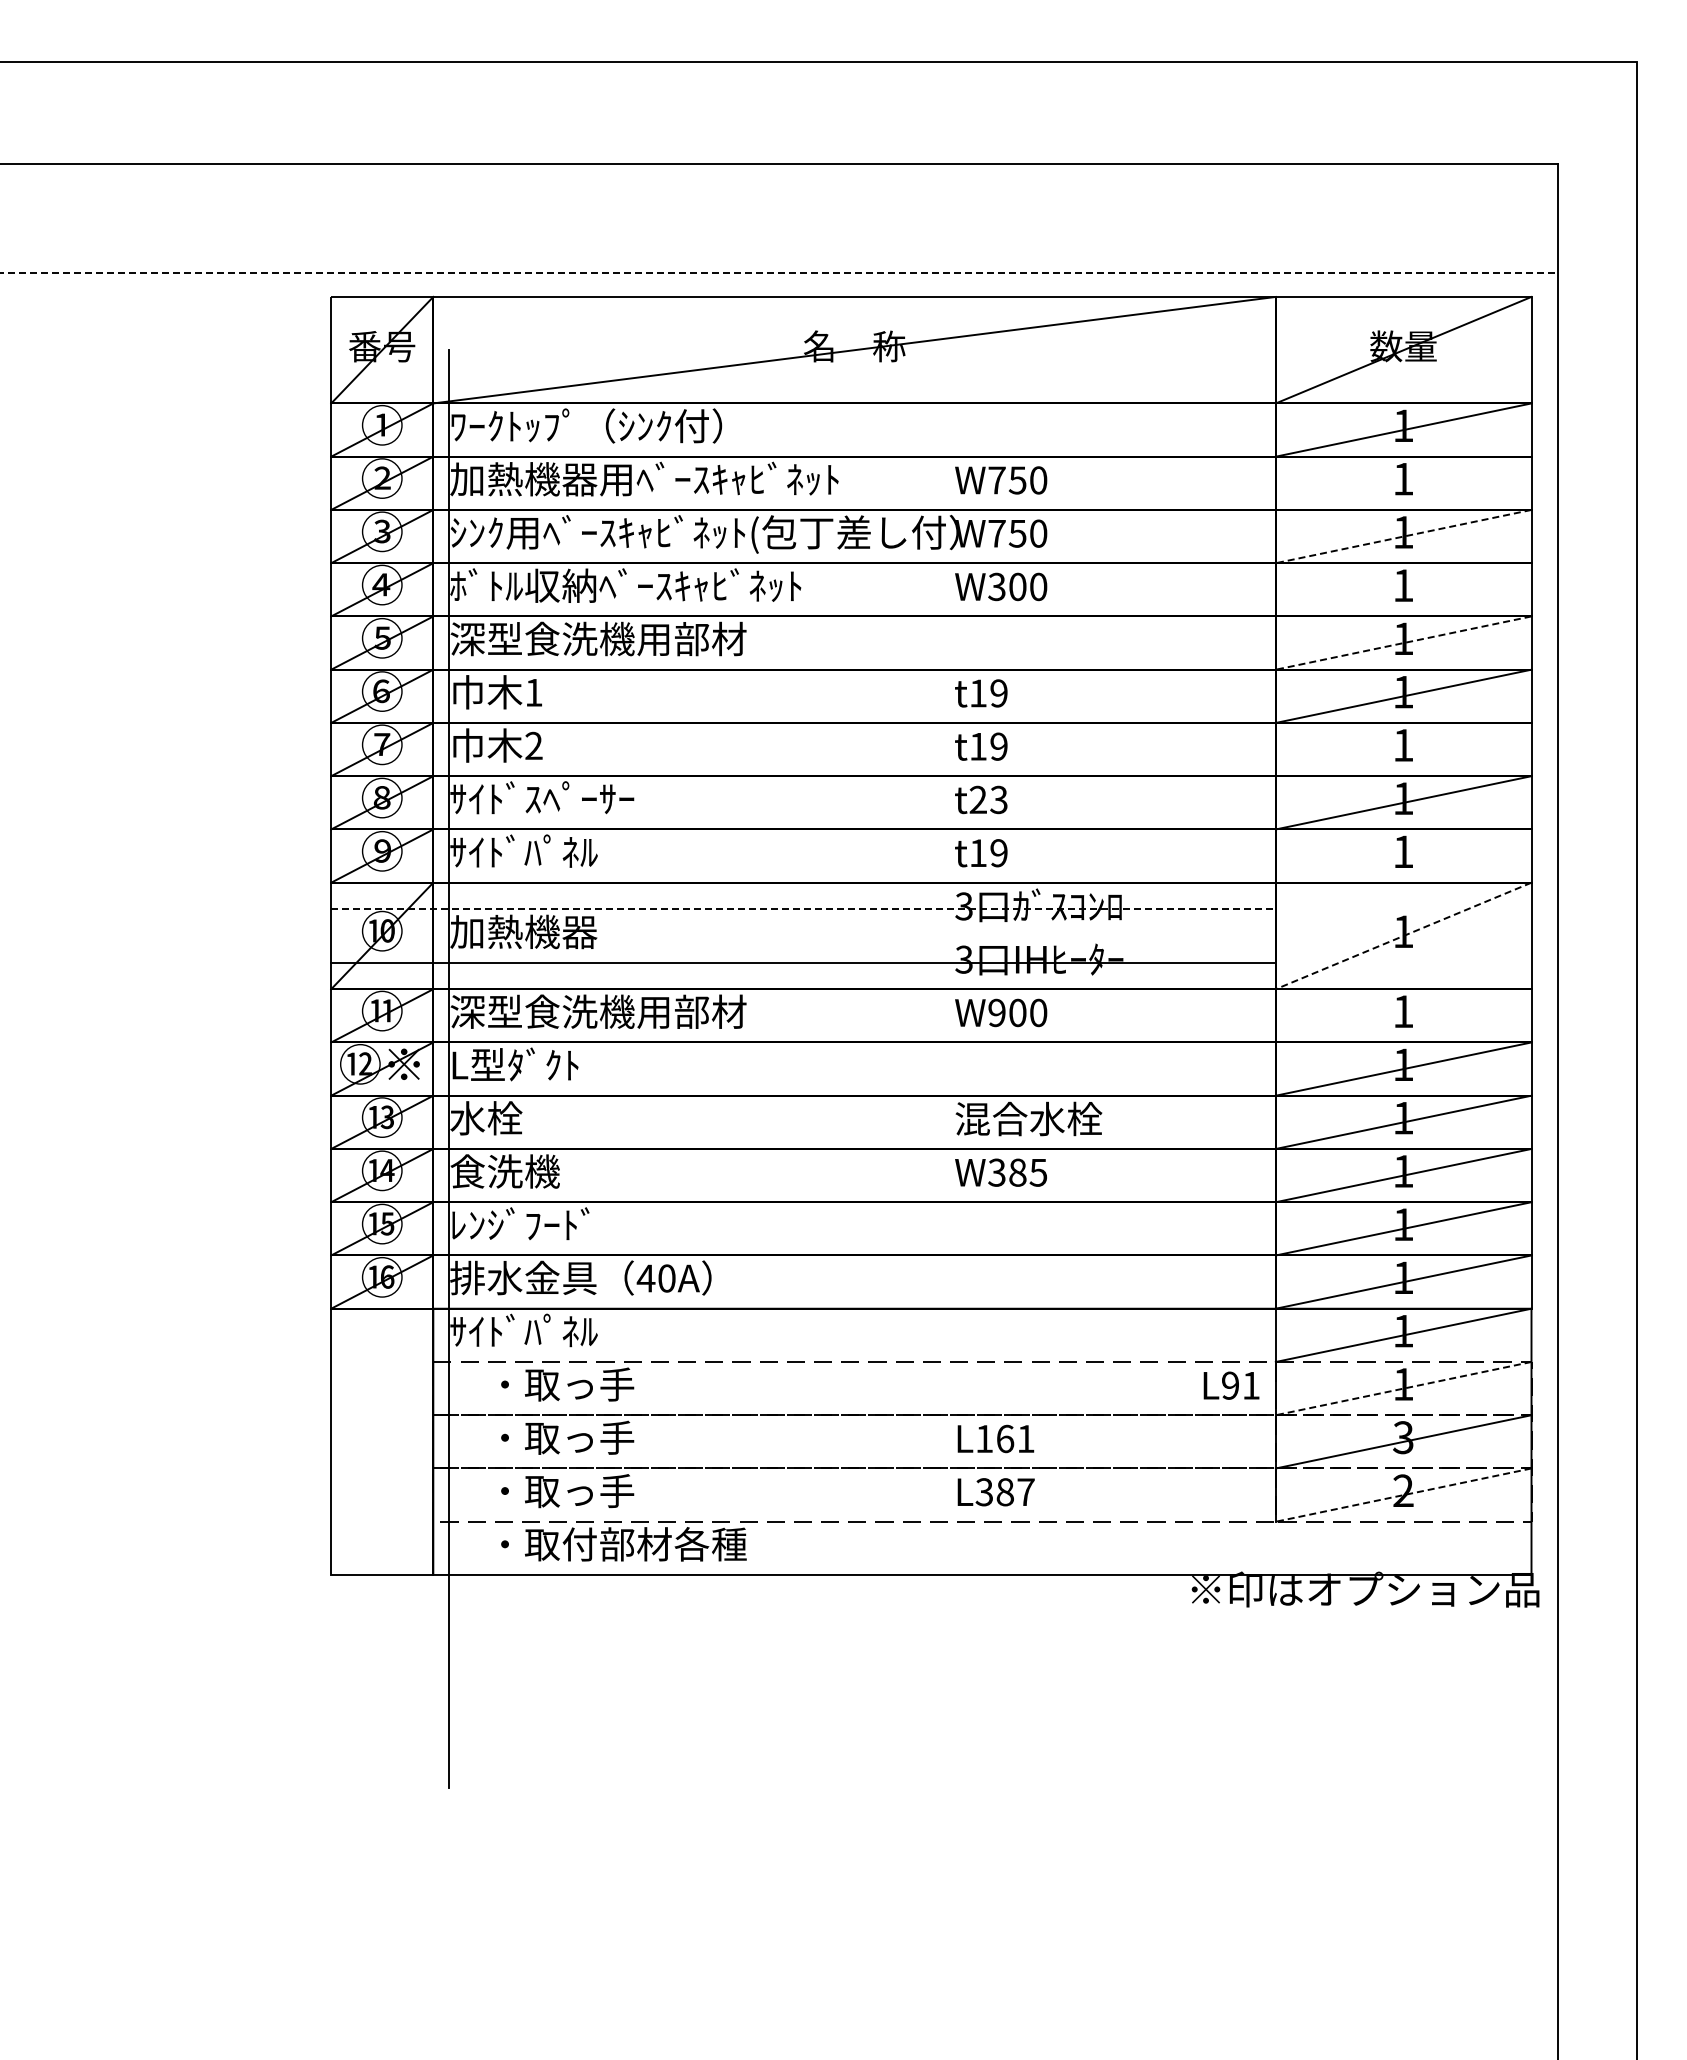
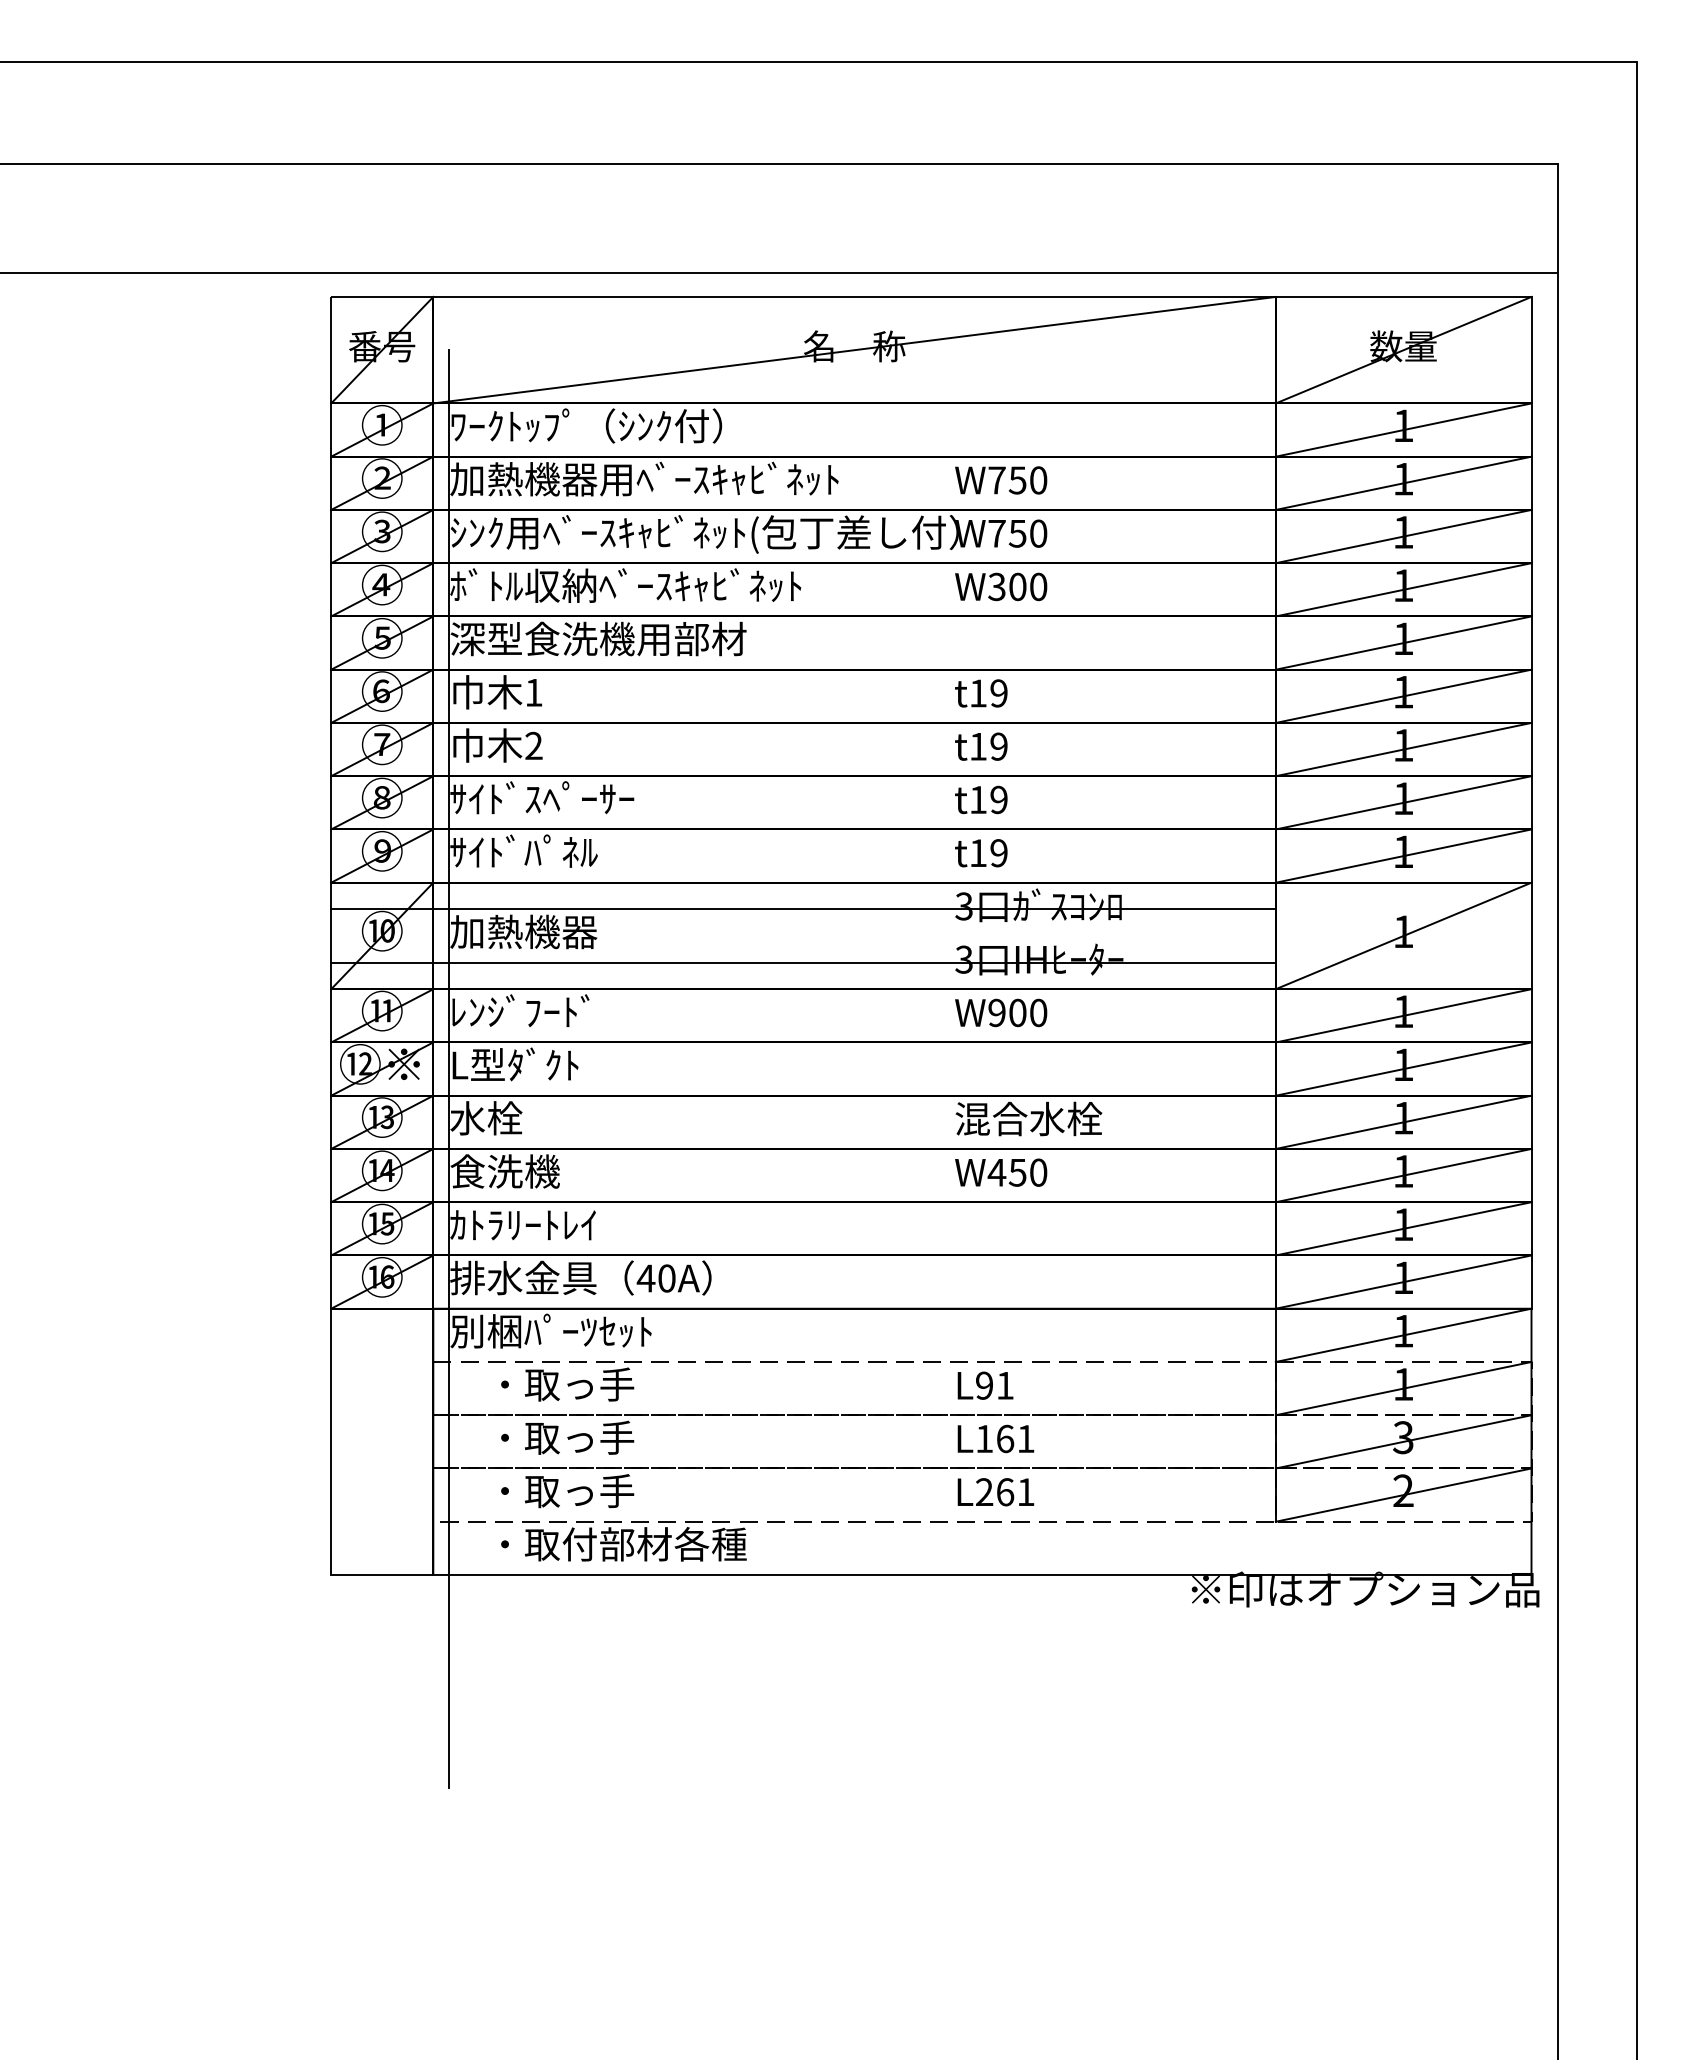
line at (779, 272): dashed -> solid
line at (1403, 482): none -> present
line at (1403, 536): dashed -> solid
line at (1403, 589): none -> present
line at (1403, 643): dashed -> solid
line at (1403, 749): none -> present
text at (988, 799): t23 -> t19
line at (1403, 855): none -> present
line at (804, 909): dashed -> solid
line at (1403, 936): dashed -> solid
text at (598, 1011): 深型食洗機用部材 -> ﾚﾝｼﾞﾌｰﾄﾞ
line at (1403, 1015): none -> present
text at (1017, 1172): W385 -> W450
text at (522, 1223): ﾚﾝｼﾞﾌｰﾄﾞ -> ｶﾄﾗﾘｰﾄﾚｲ
text at (550, 1330): ｻｲﾄﾞﾊﾟﾈﾙ -> 別梱ﾊﾟｰﾂｾｯﾄ
text at (1231, 1385) position: (1231, 1385) -> (985, 1385)
line at (1403, 1388): dashed -> solid
text at (1004, 1492): L387 -> L261
line at (1403, 1495): dashed -> solid
